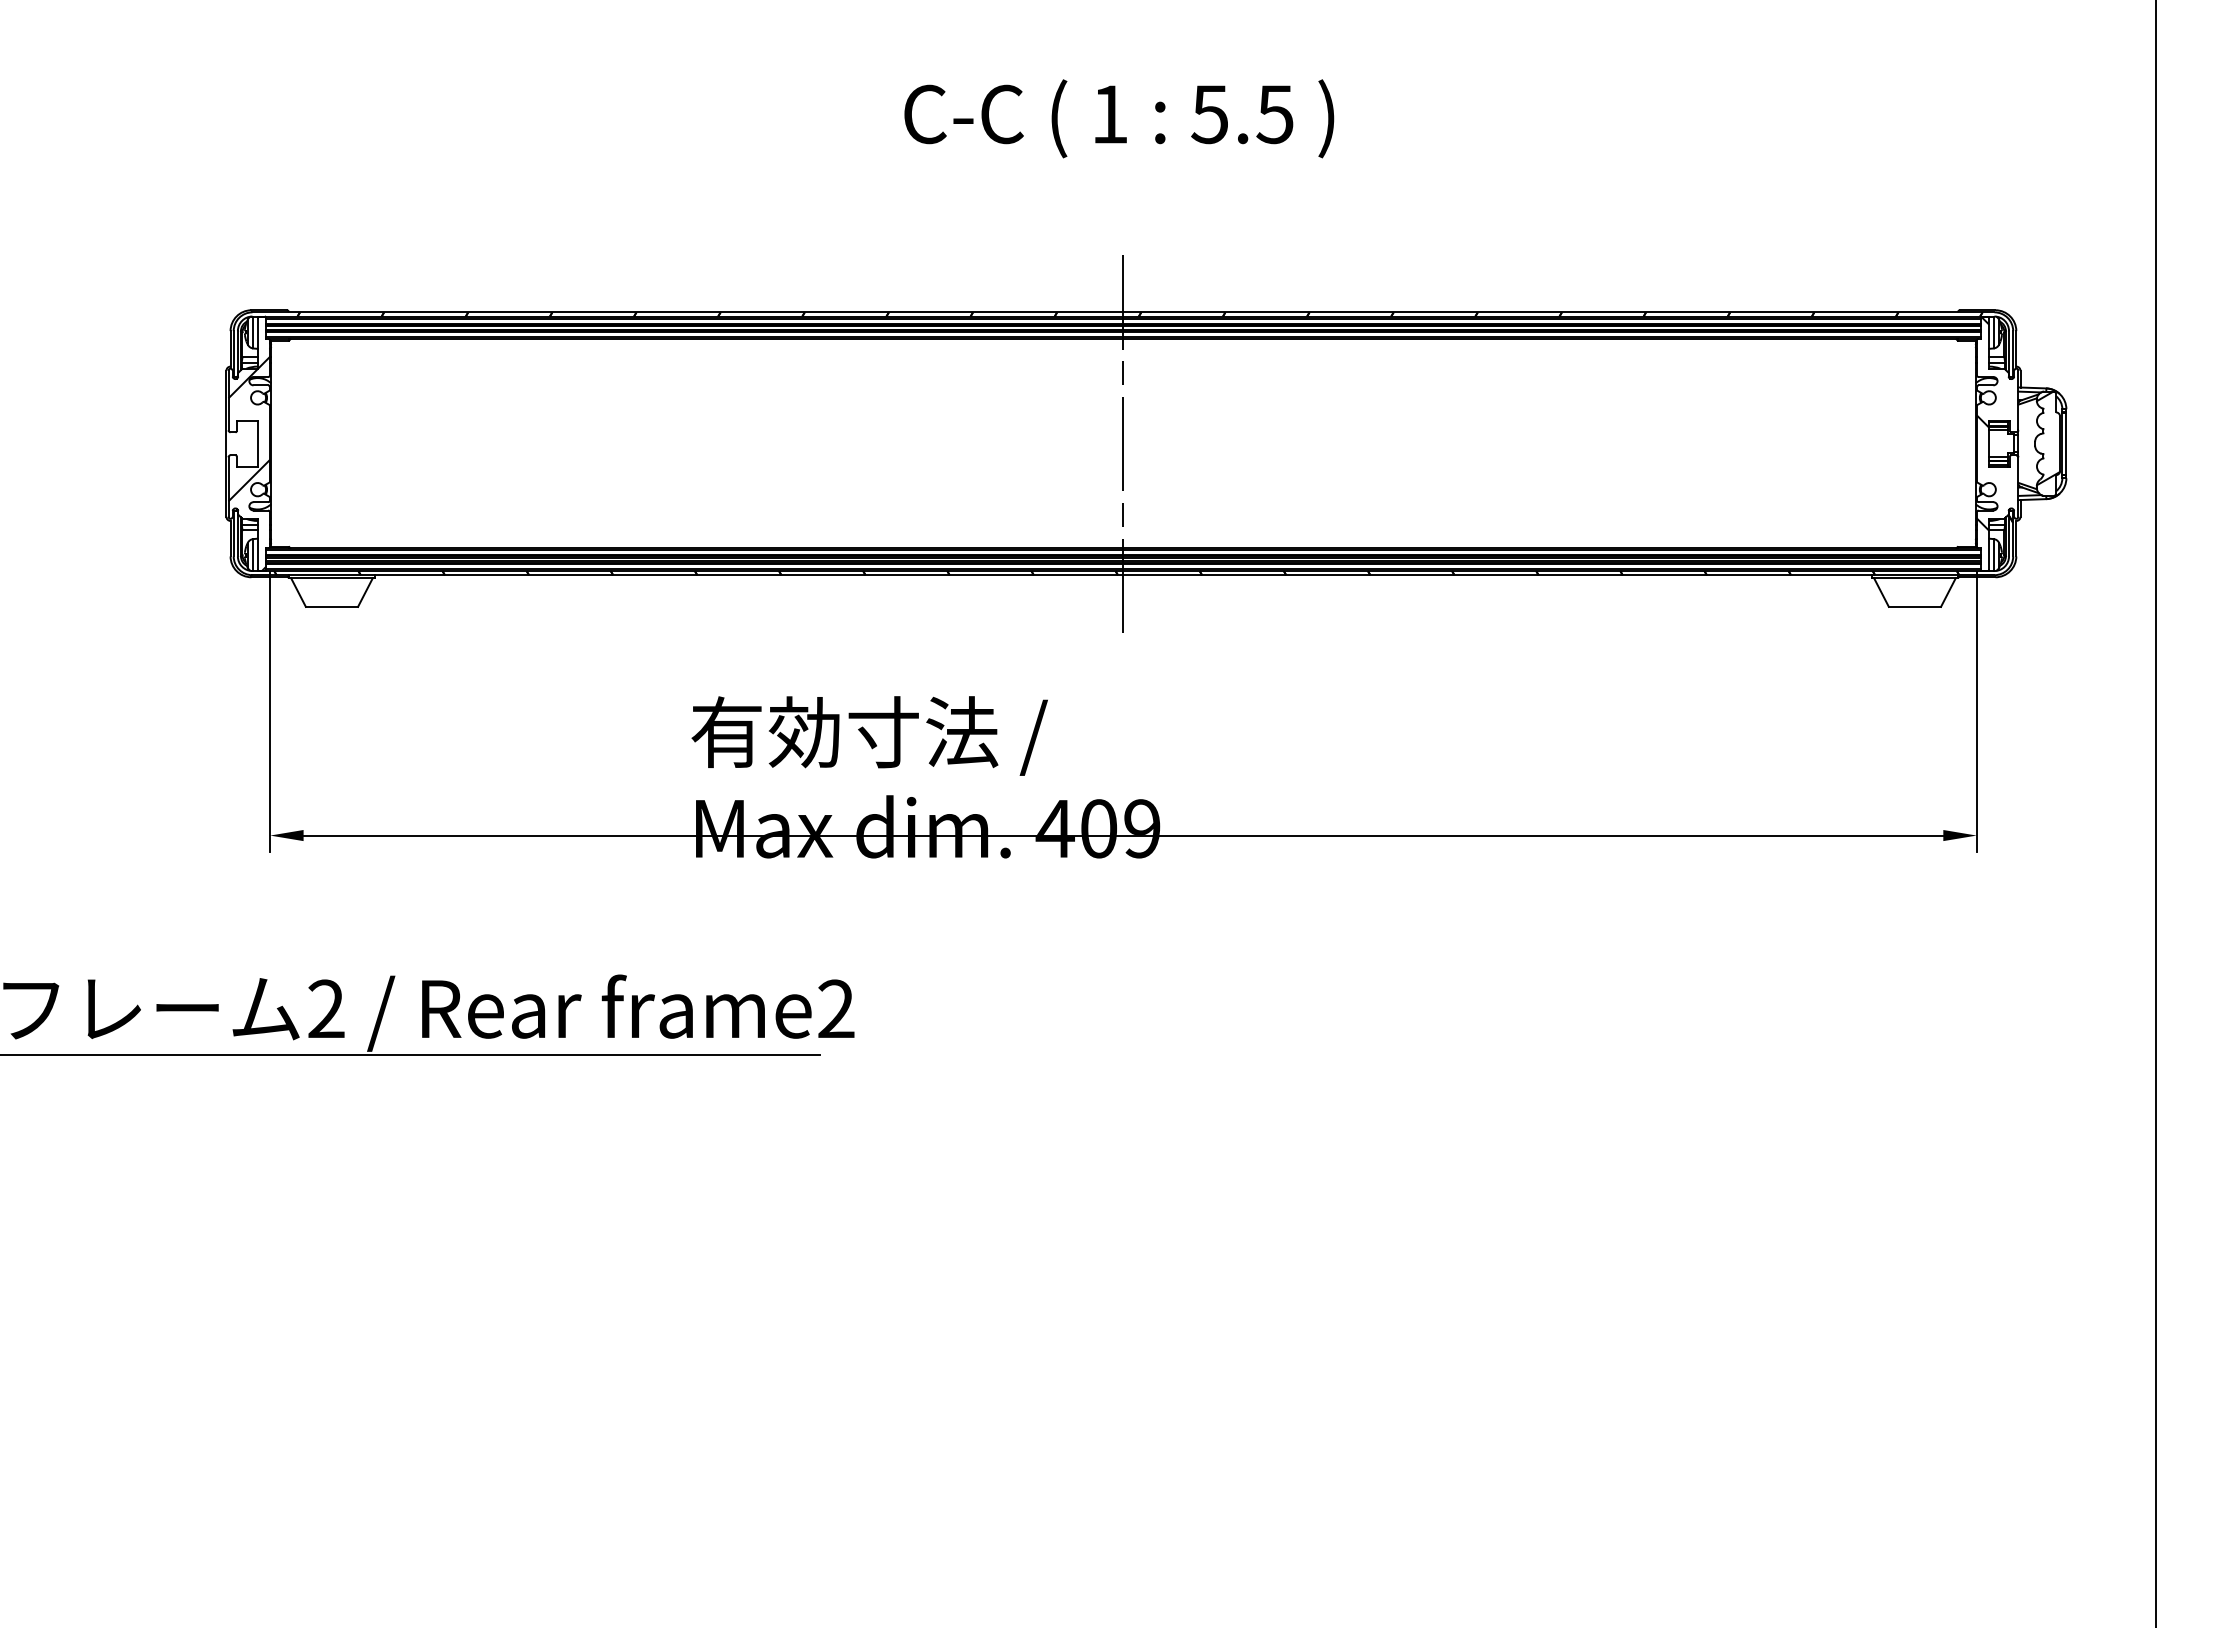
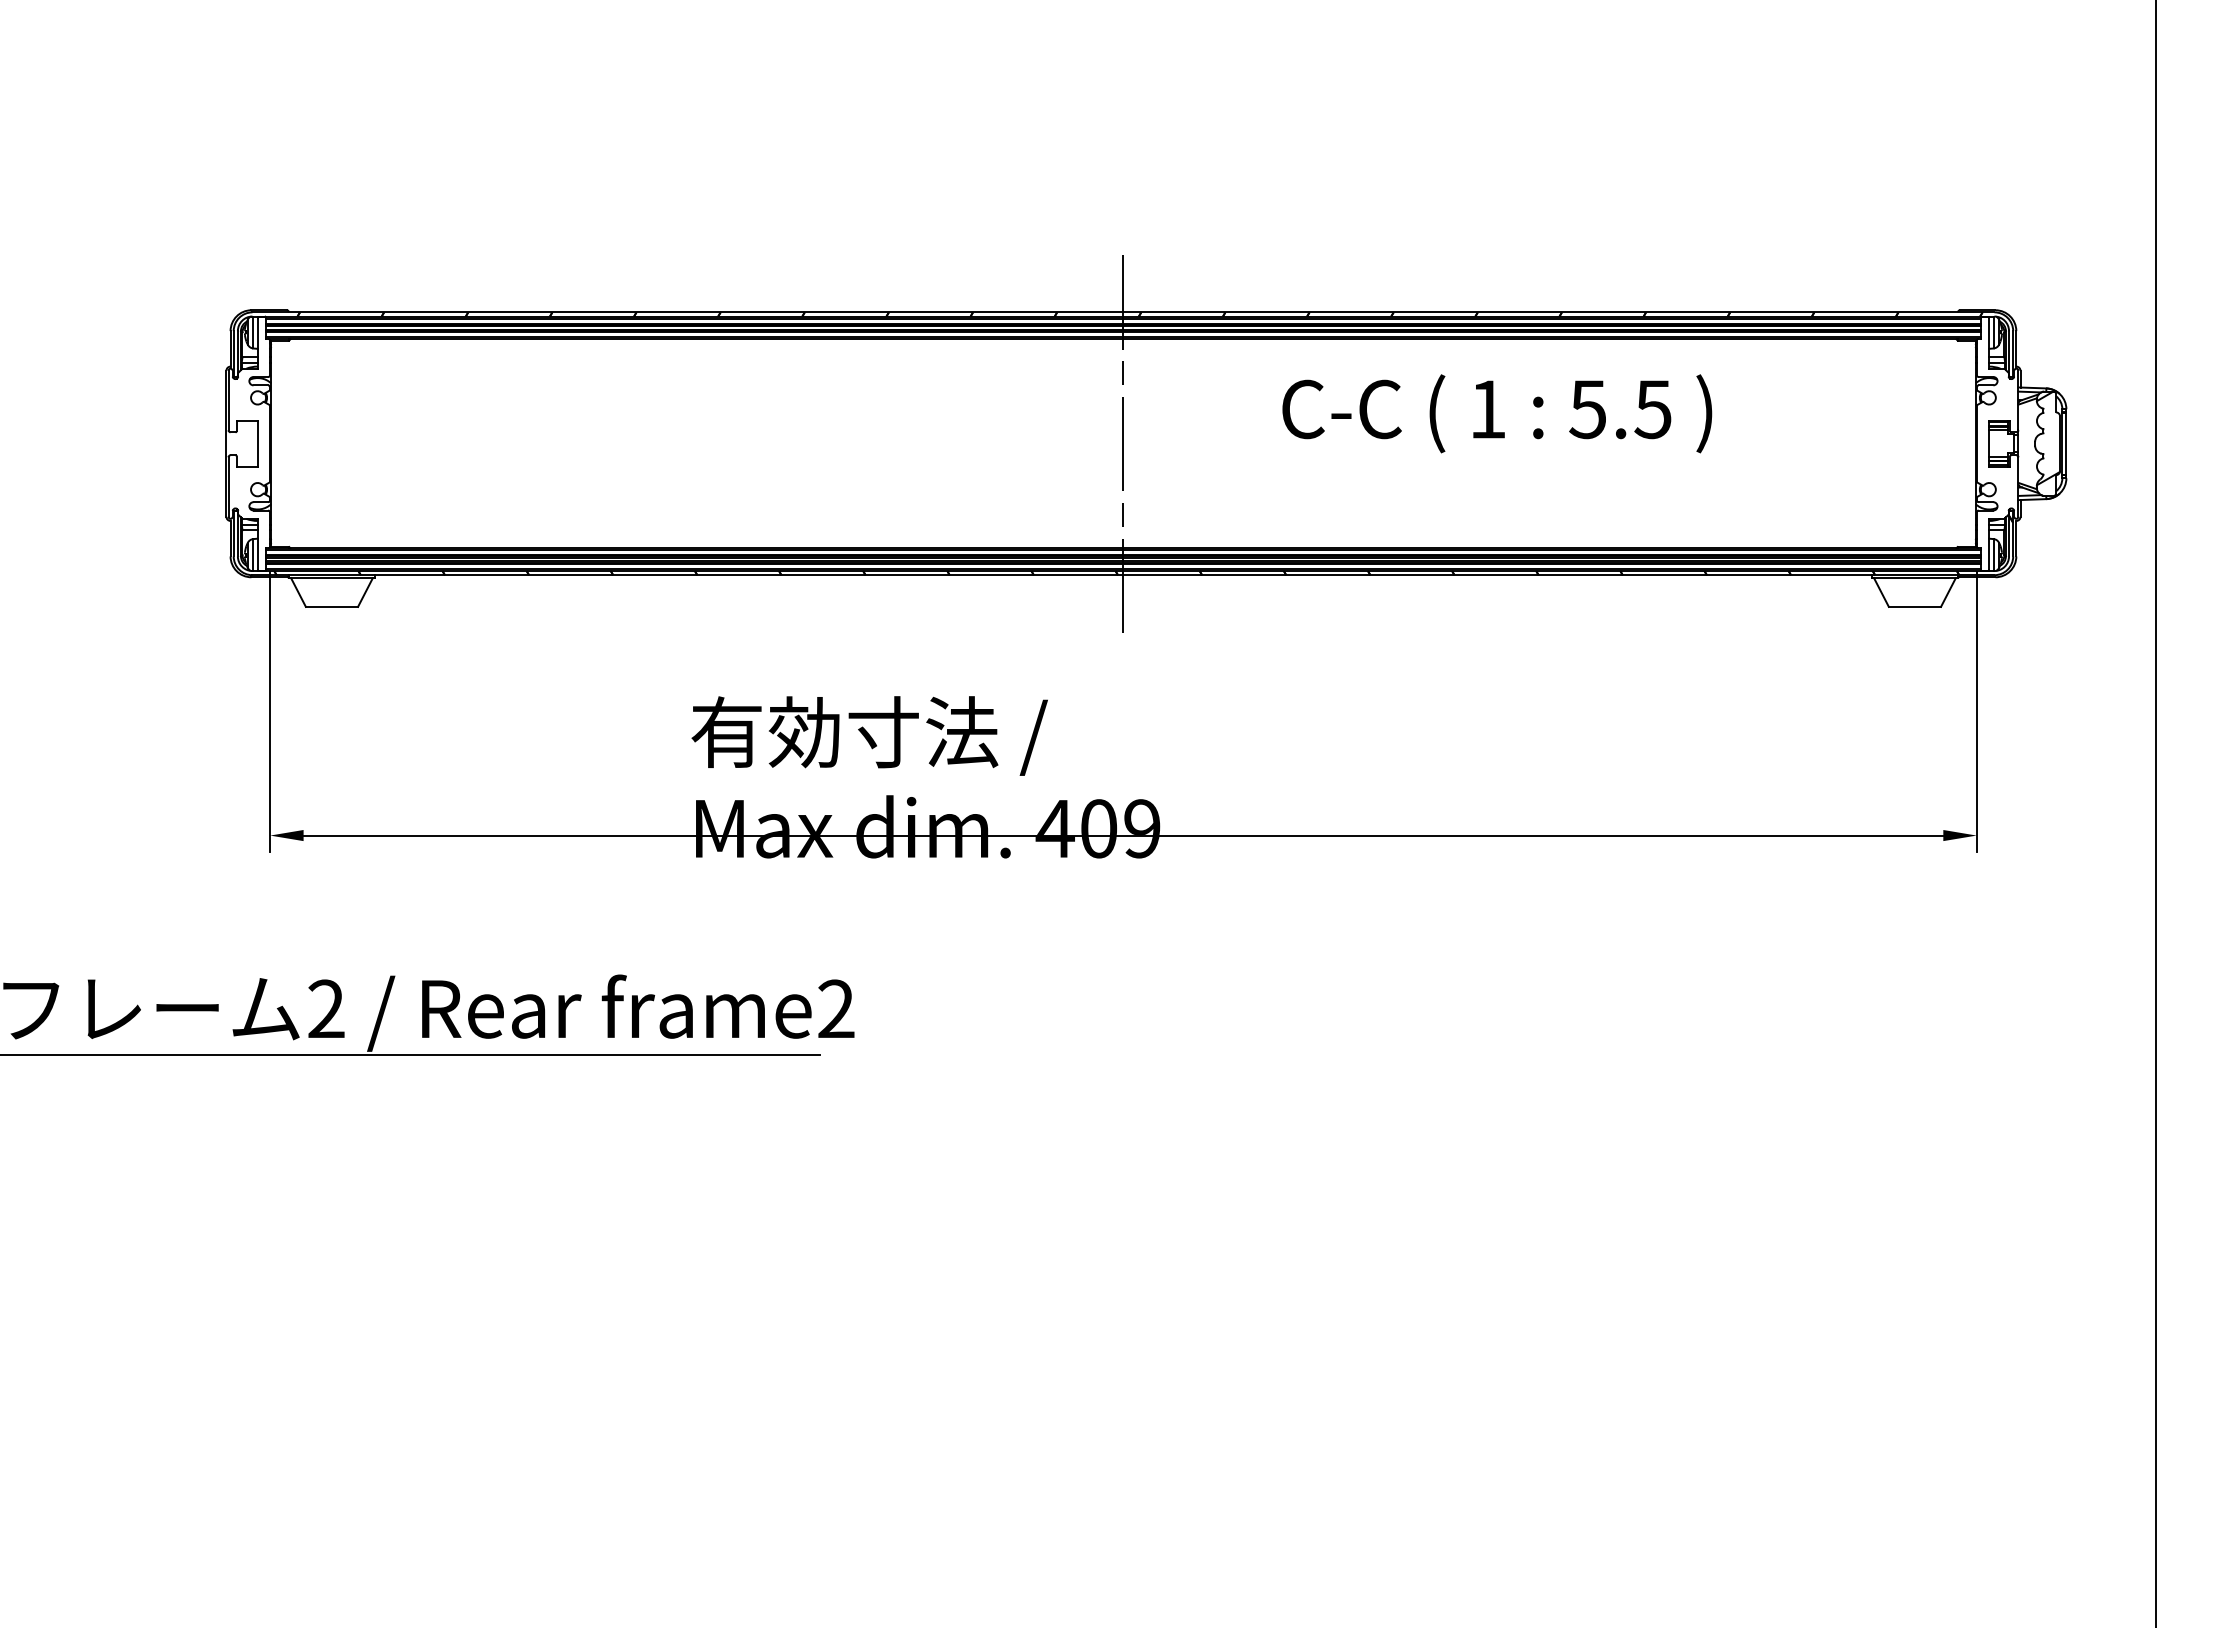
text at (1119, 118) position: (1119, 118) -> (1497, 413)
hatch at (1997, 423): present -> none
hatch at (249, 463): present -> none
